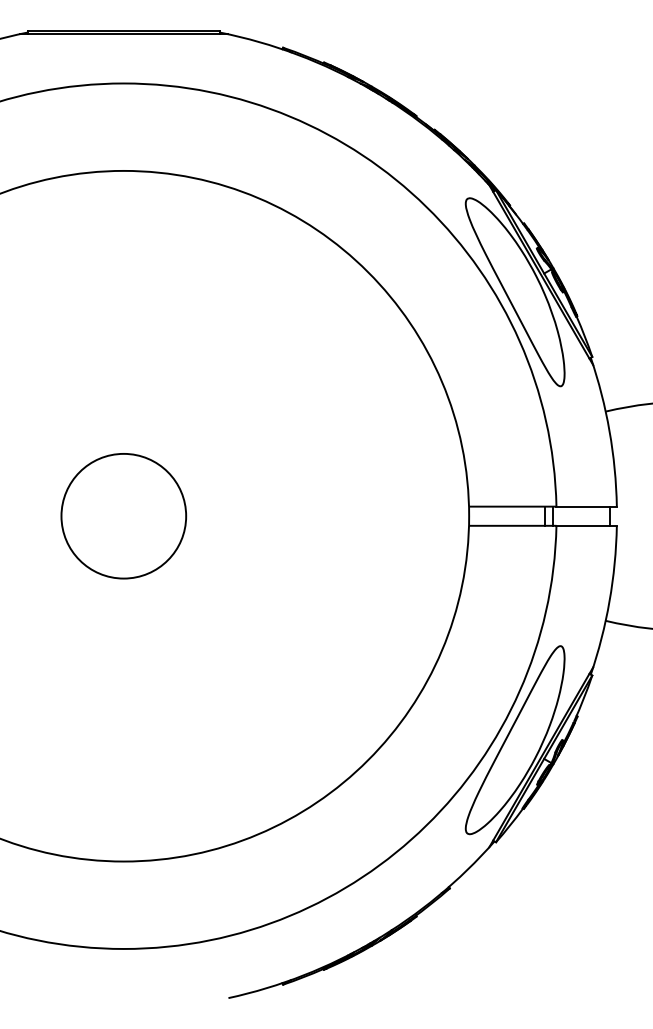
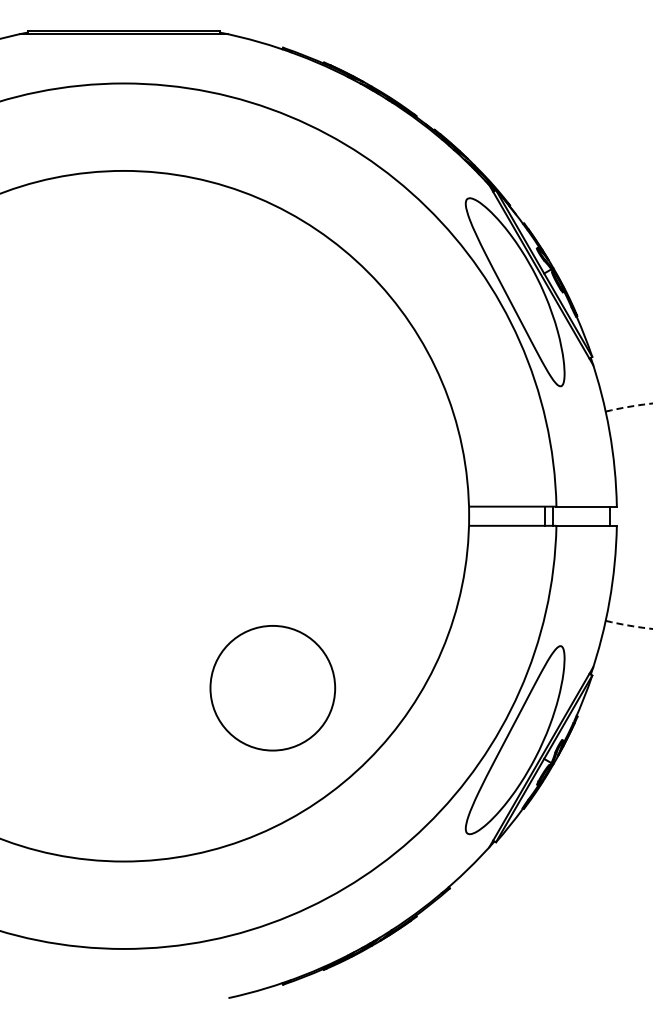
arc at (629, 406): solid -> dashed
circle at (123, 516) position: (123, 516) -> (272, 688)
arc at (629, 625): solid -> dashed
